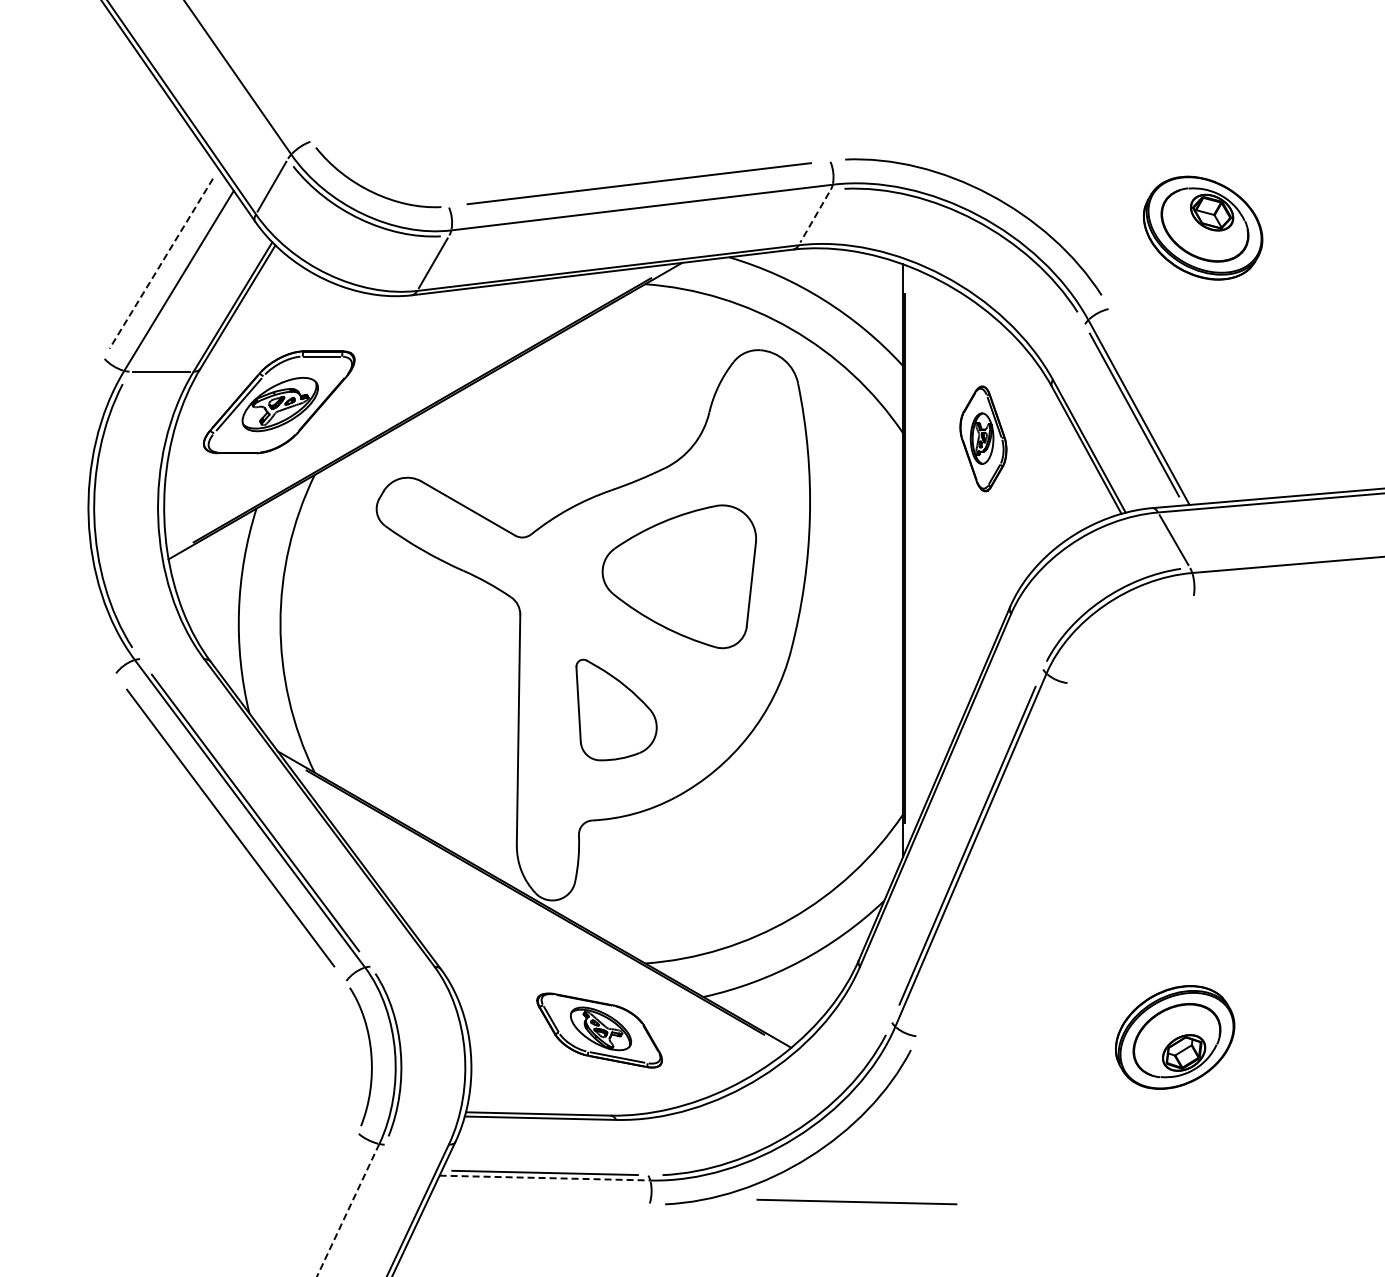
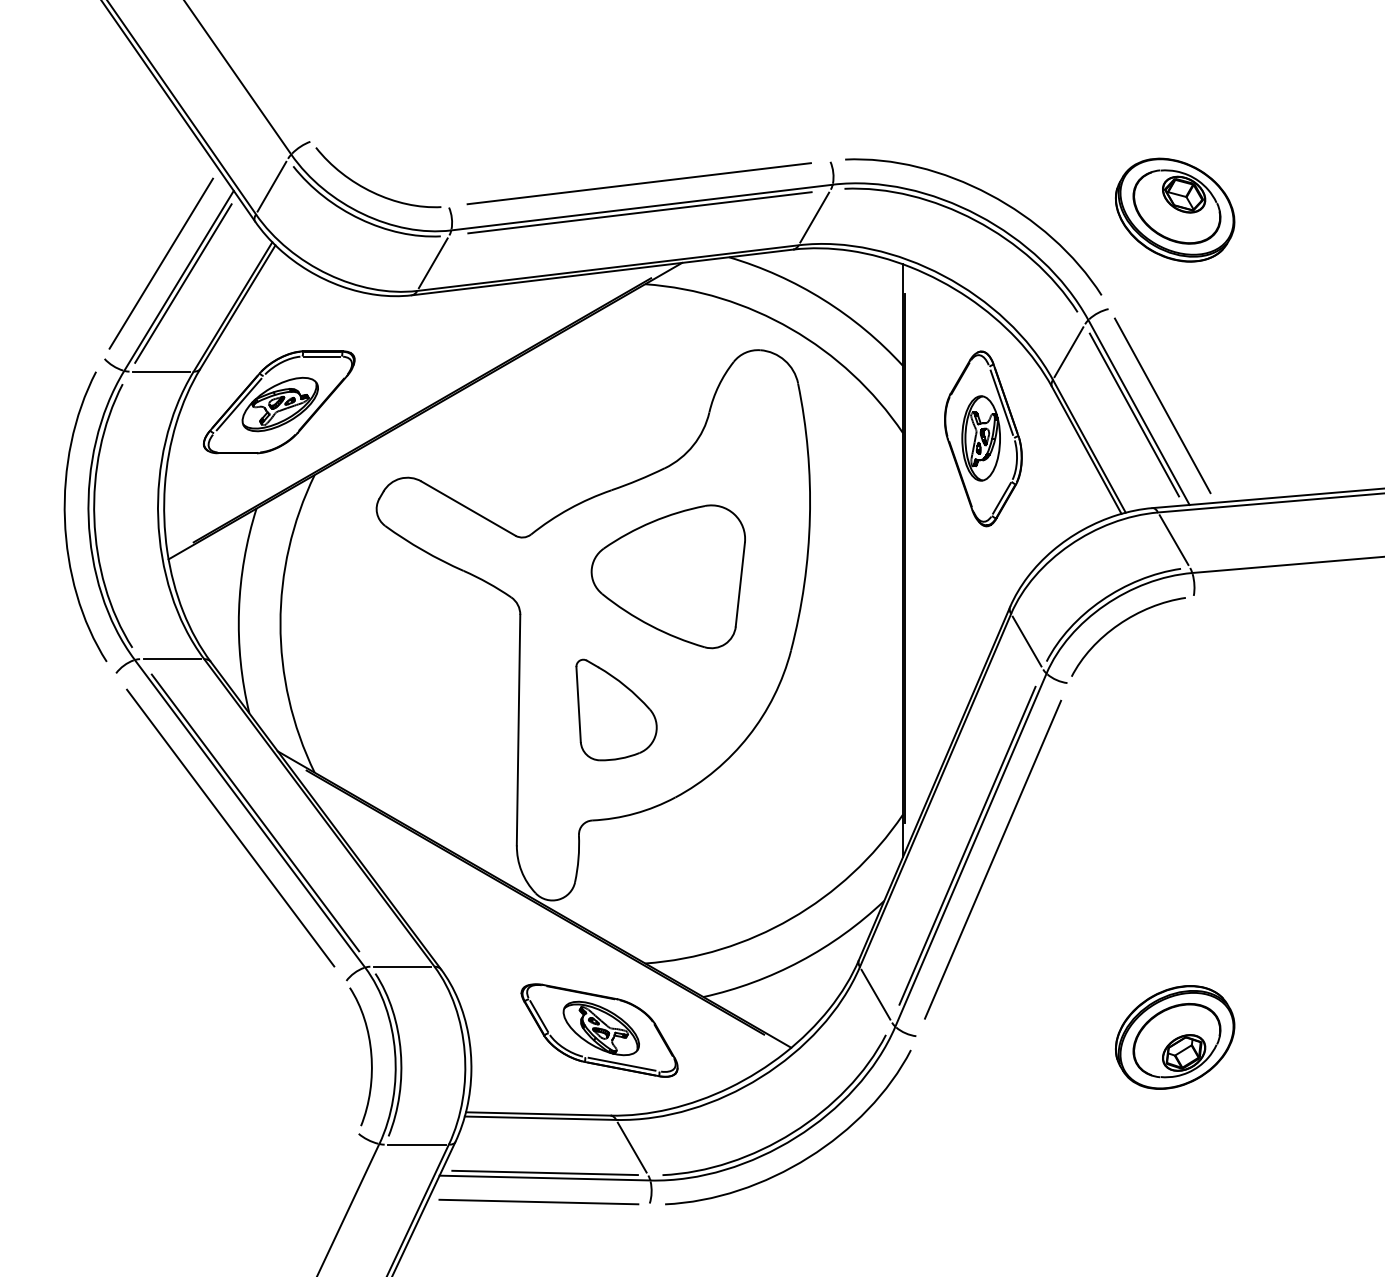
line at (639, 212): none -> present
line at (814, 217): dashed -> solid
part at (1203, 227) position: (1203, 227) -> (1175, 209)
line at (161, 264): dashed -> solid
line at (183, 283): none -> present
line at (1068, 352): none -> present
line at (1162, 405): none -> present
part at (983, 438) size: 49x108 px -> 79x178 px
curve at (65, 516): none -> present
part at (678, 576) position: (678, 576) -> (667, 576)
curve at (1118, 626): none -> present
line at (1026, 641): none -> present
line at (172, 659): none -> present
line at (992, 859): none -> present
line at (402, 966): none -> present
line at (875, 994): none -> present
part at (599, 1030) size: 127x77 px -> 159x95 px
line at (416, 1144): none -> present
line at (631, 1147): none -> present
line at (545, 1178): dashed -> solid
line at (856, 1201) position: (856, 1201) -> (538, 1201)
line at (348, 1210): dashed -> solid
